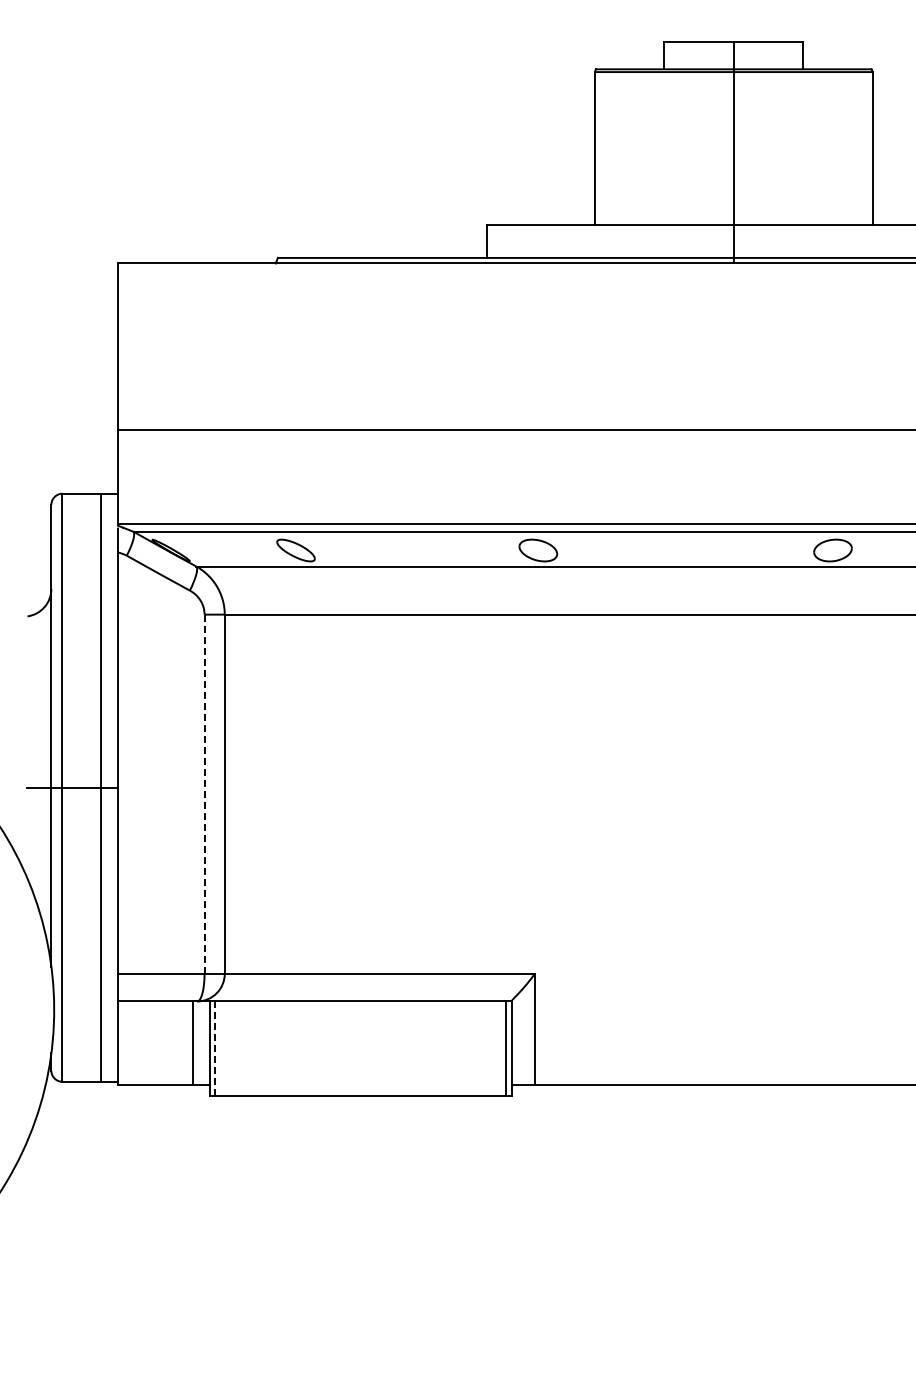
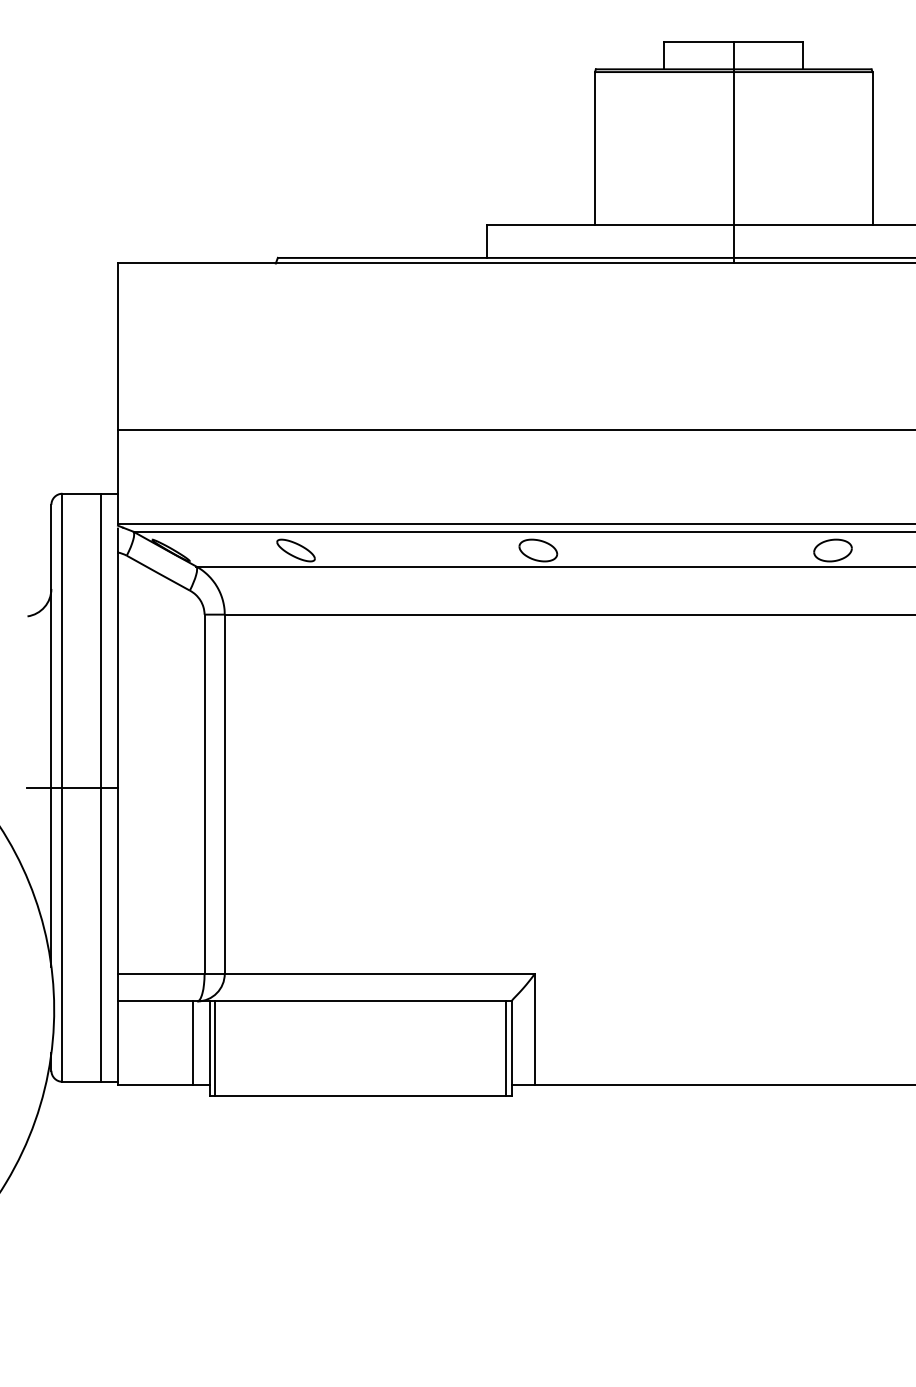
line at (204, 794): dashed -> solid
line at (215, 1048): dashed -> solid
